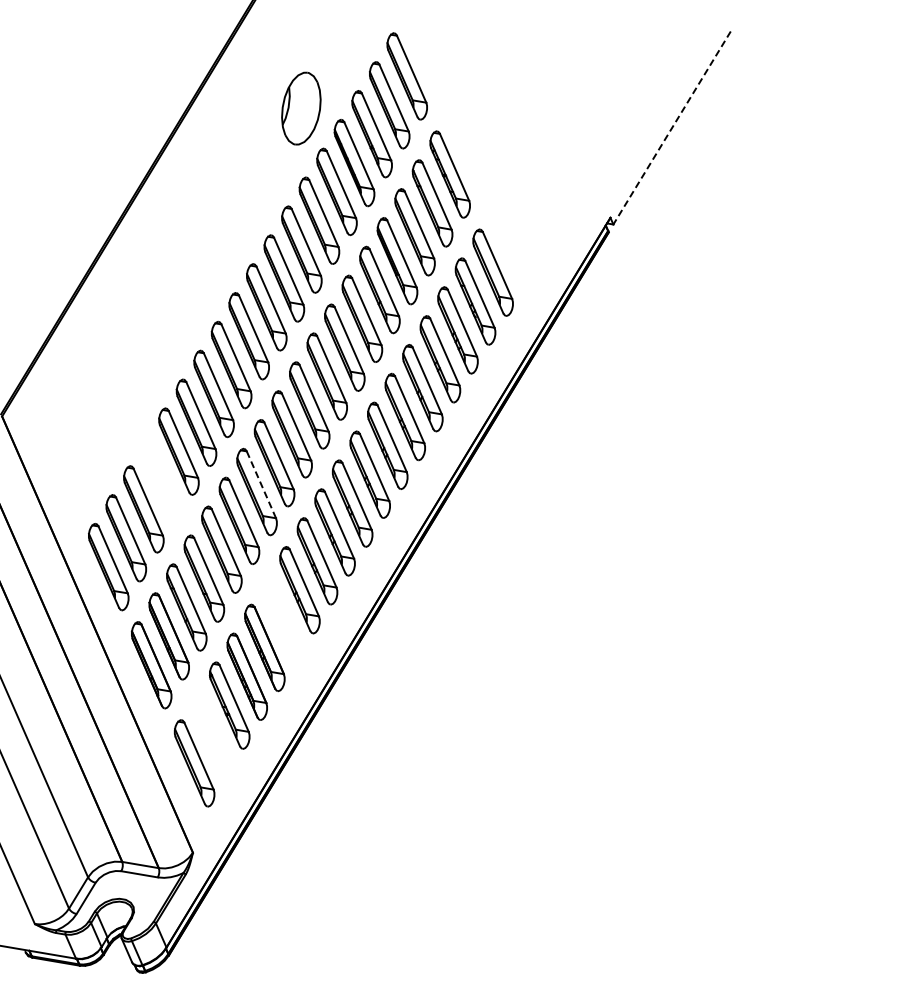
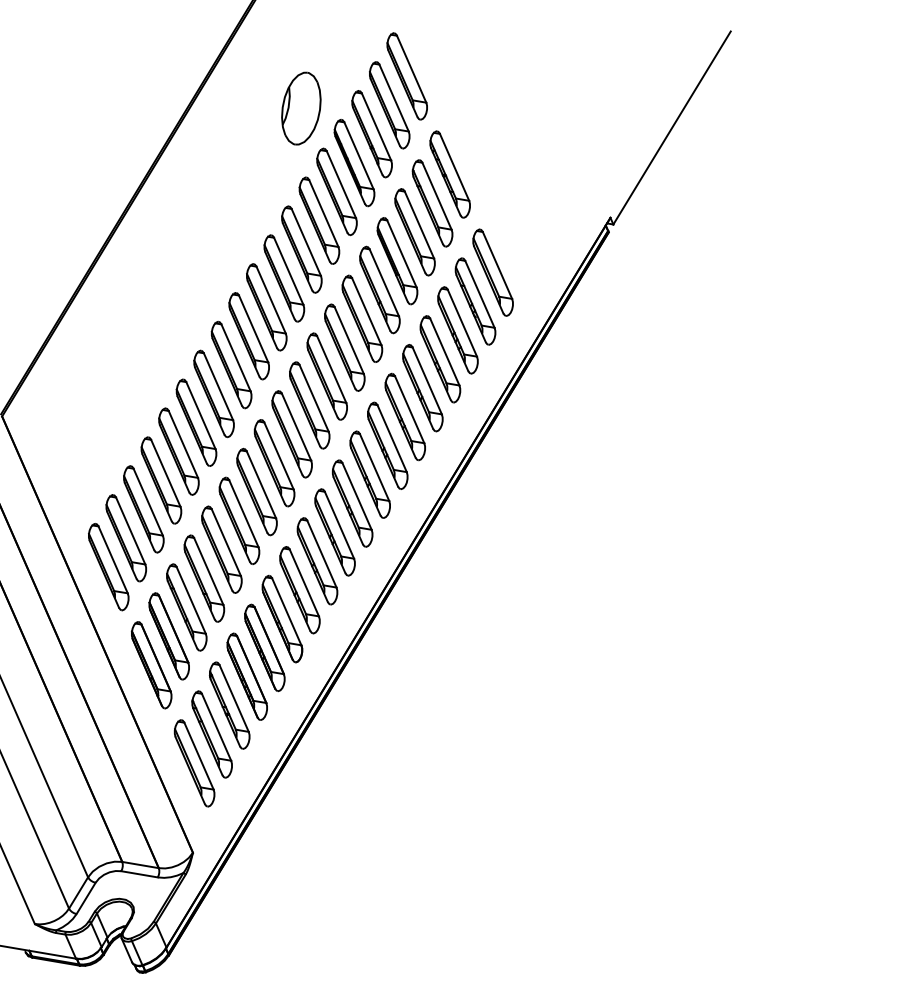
line at (672, 128): dashed -> solid
part at (161, 480): none -> present
line at (261, 484): dashed -> solid
part at (282, 618): none -> present
part at (211, 734): none -> present
